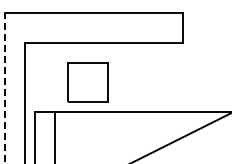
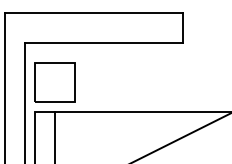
part at (87, 82) position: (87, 82) -> (54, 82)
line at (5, 88): dashed -> solid
